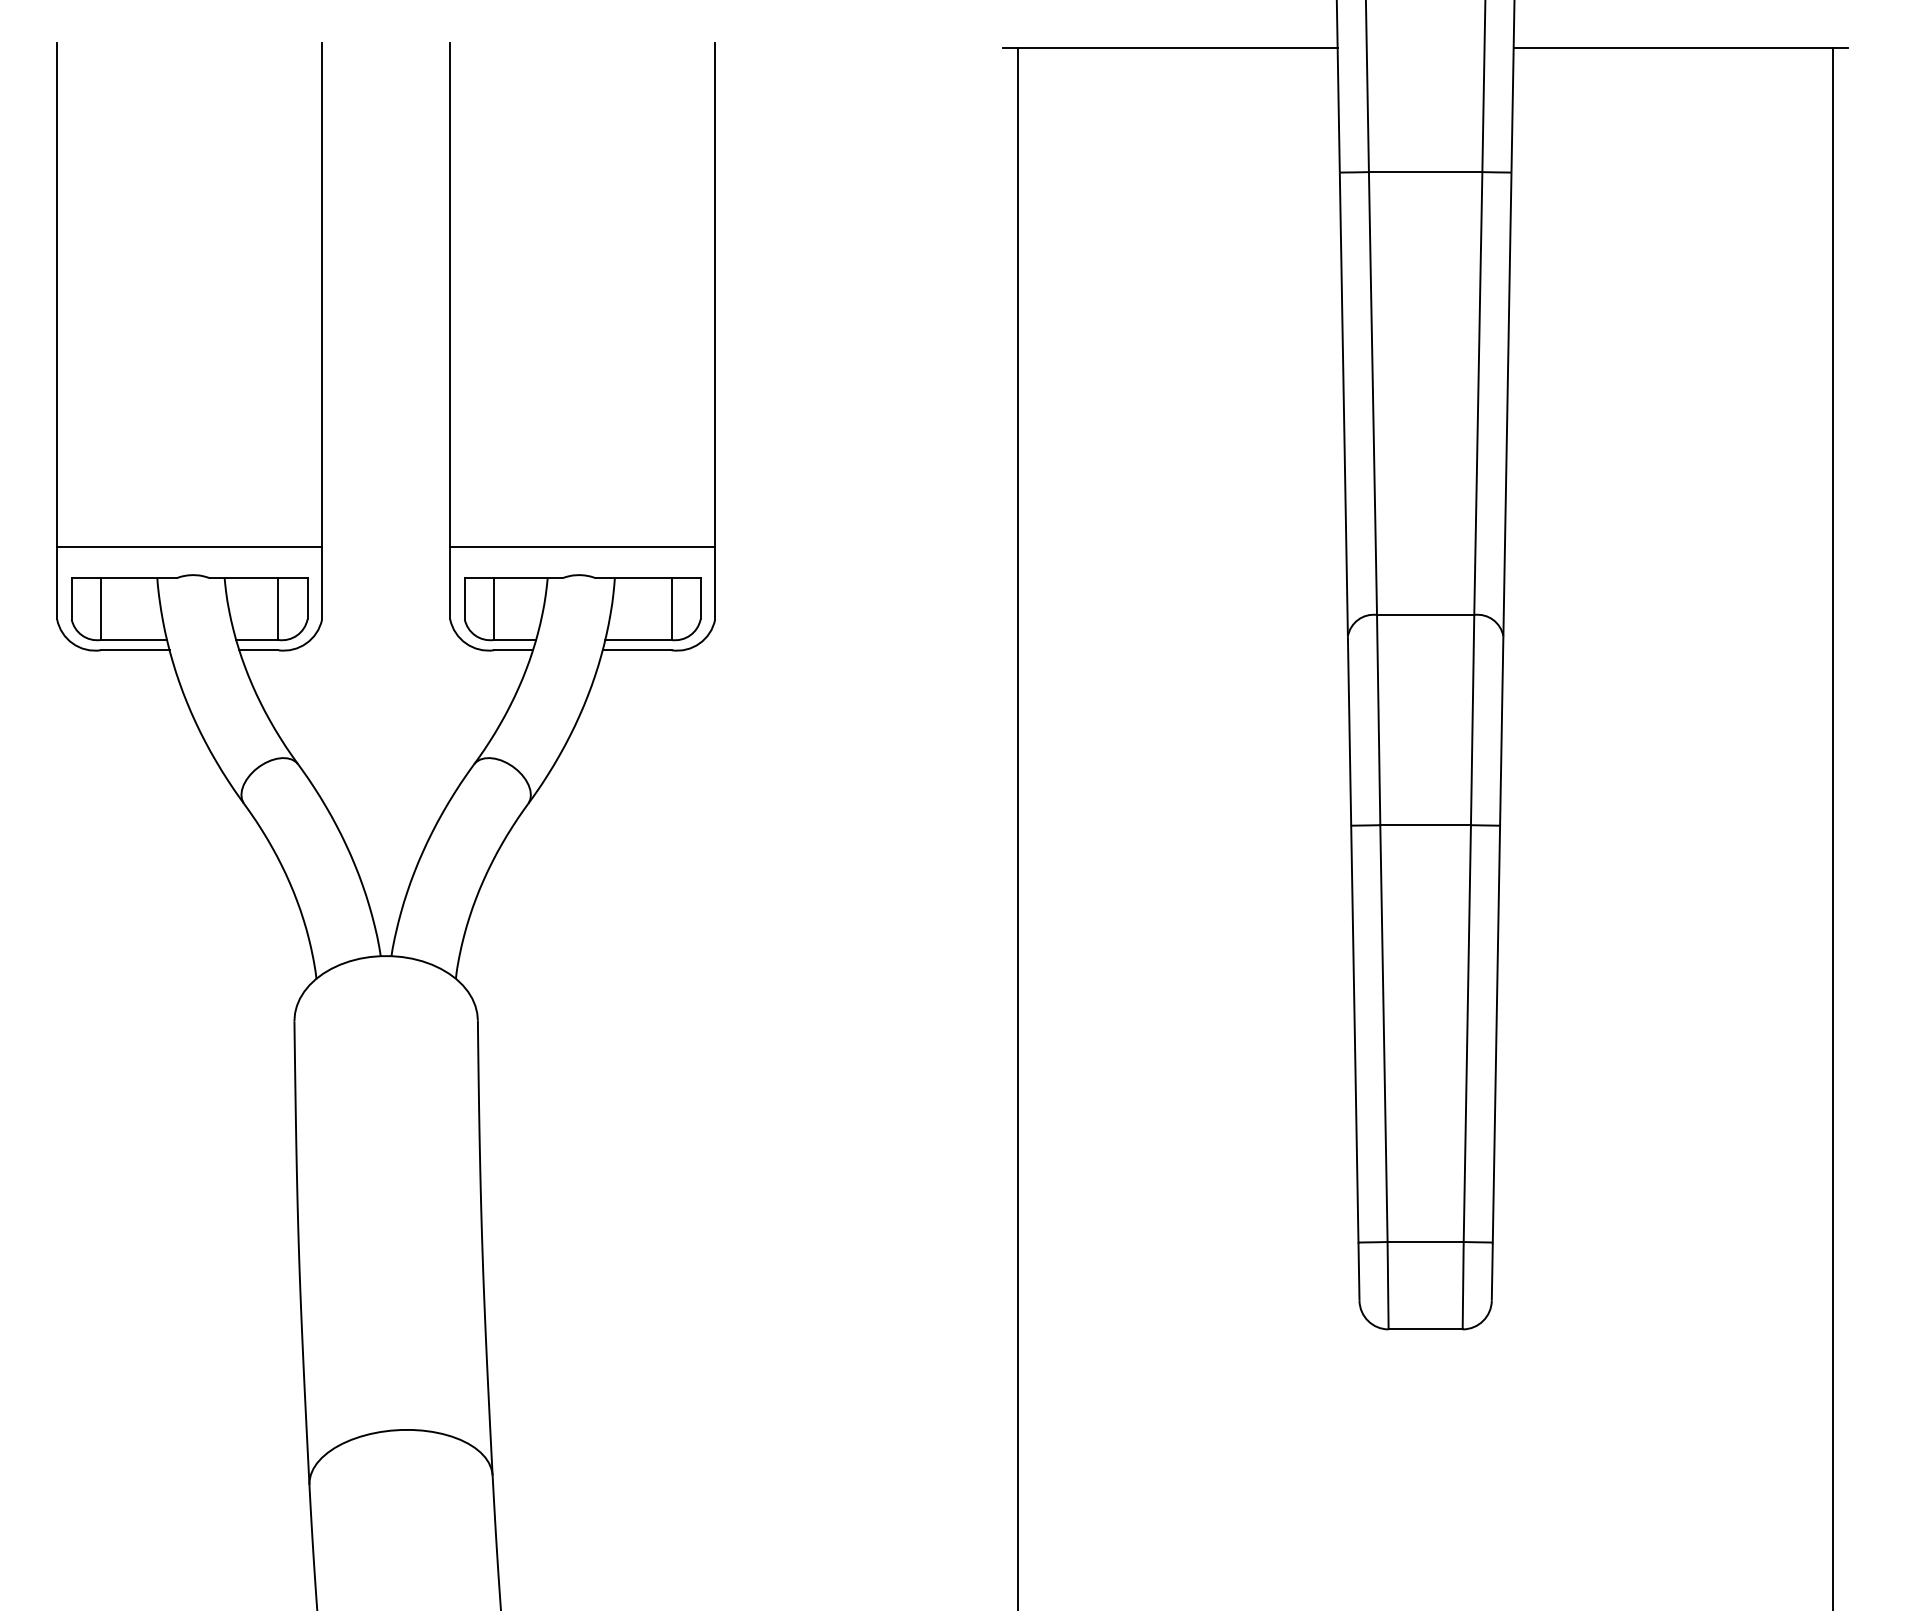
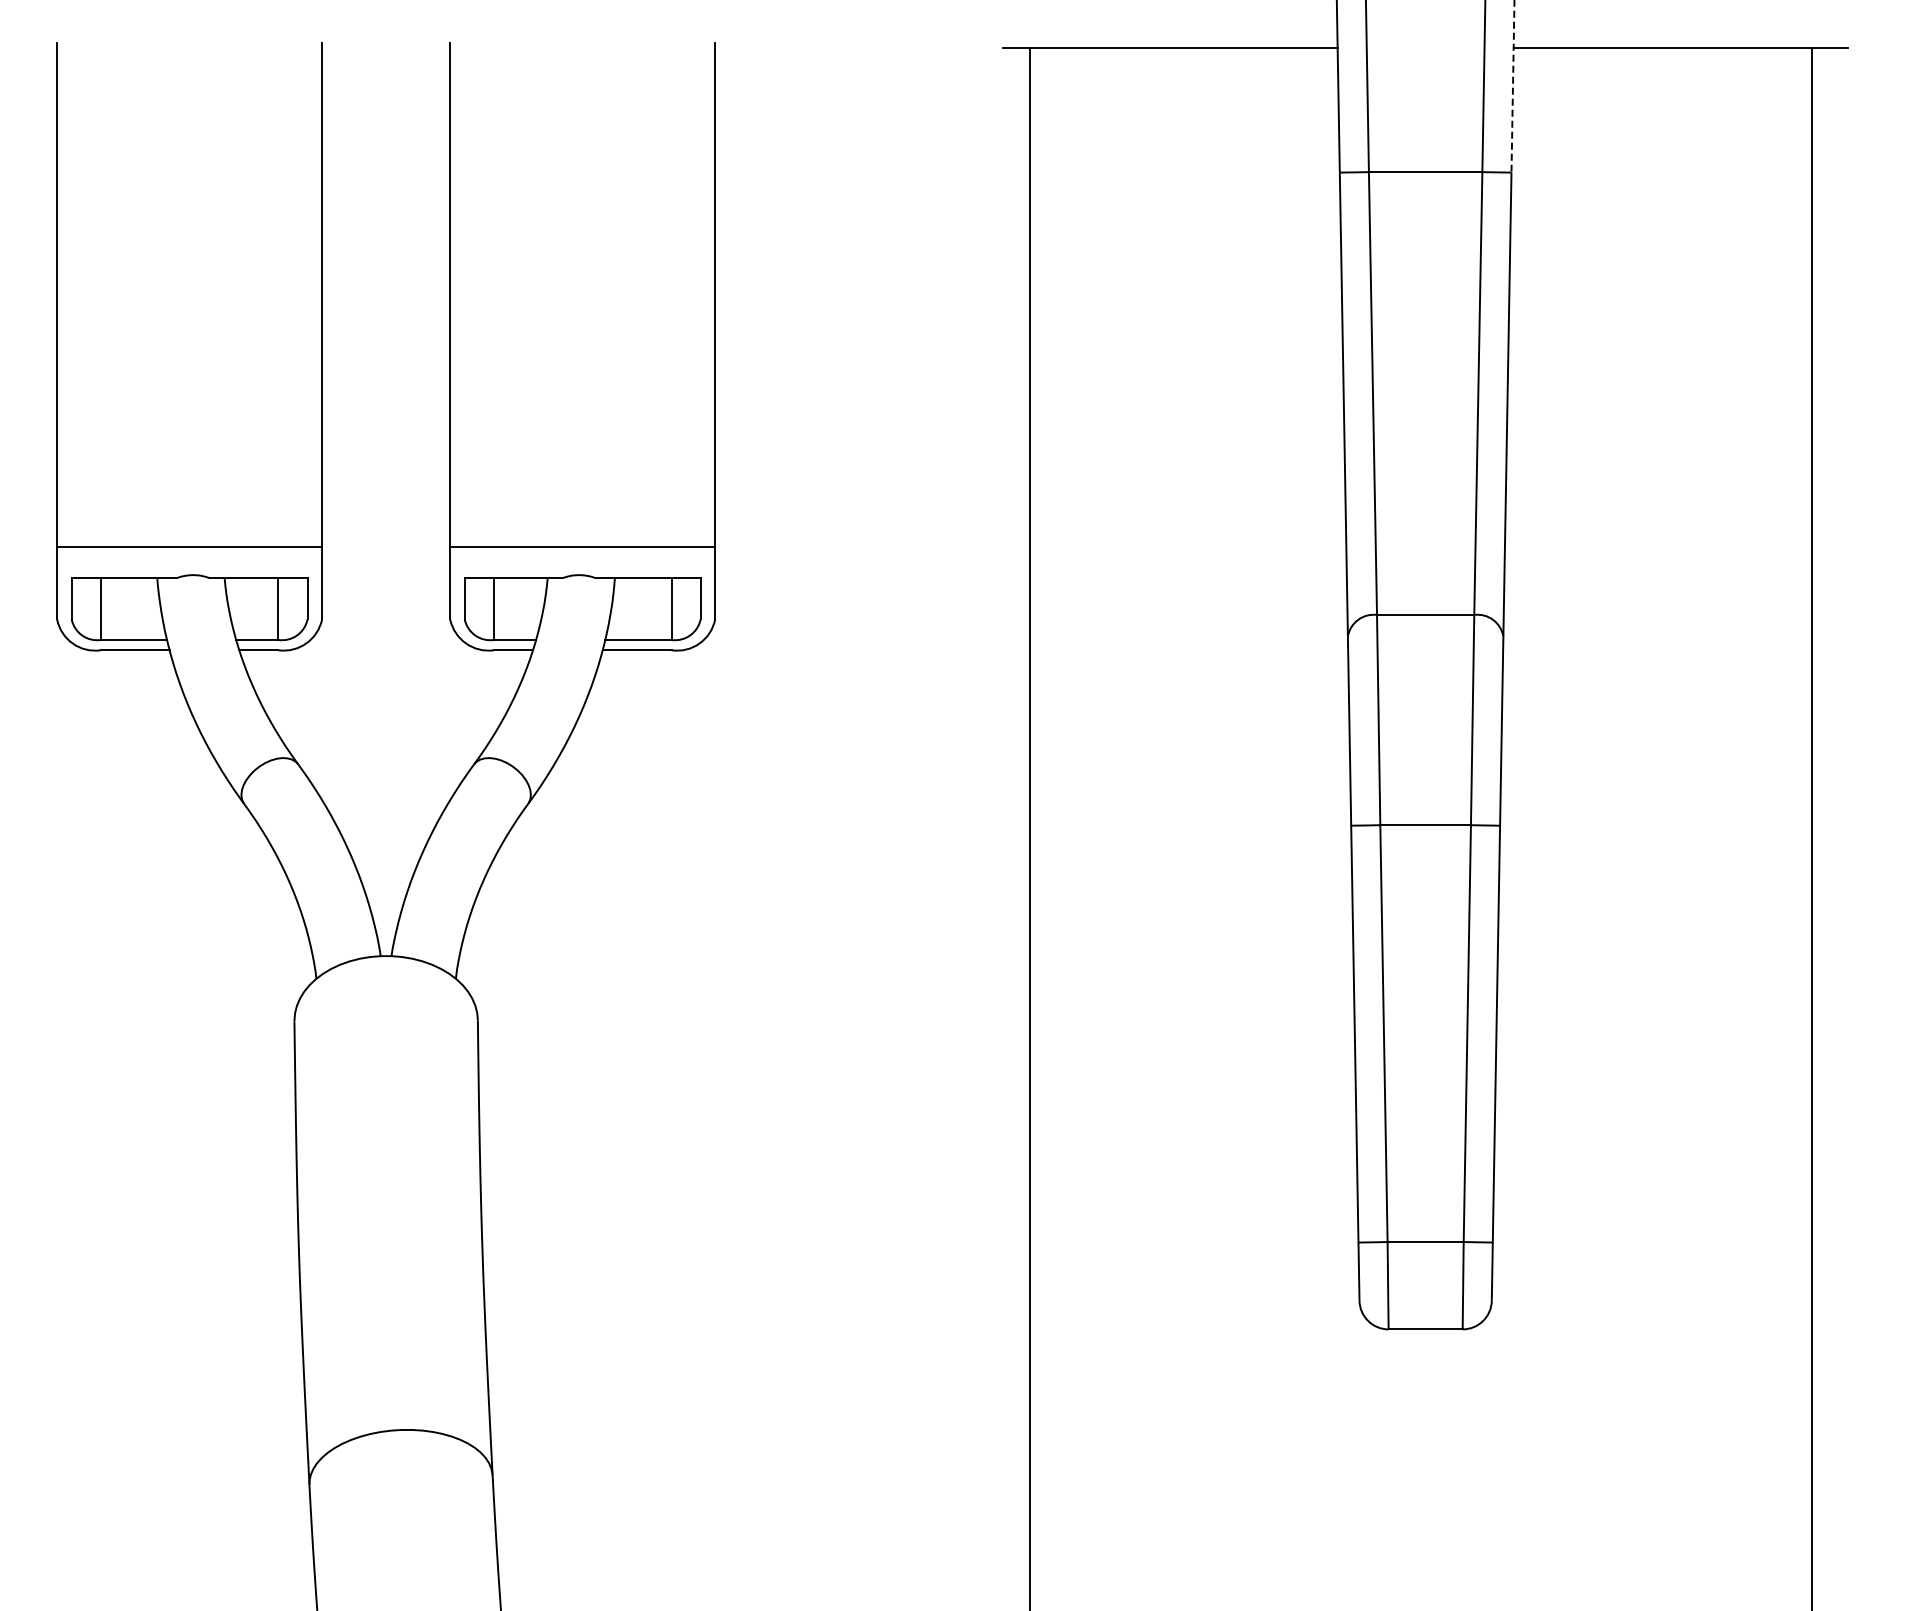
line at (1512, 86): solid -> dashed
line at (1018, 827) position: (1018, 827) -> (1030, 827)
line at (1833, 827) position: (1833, 827) -> (1812, 827)
